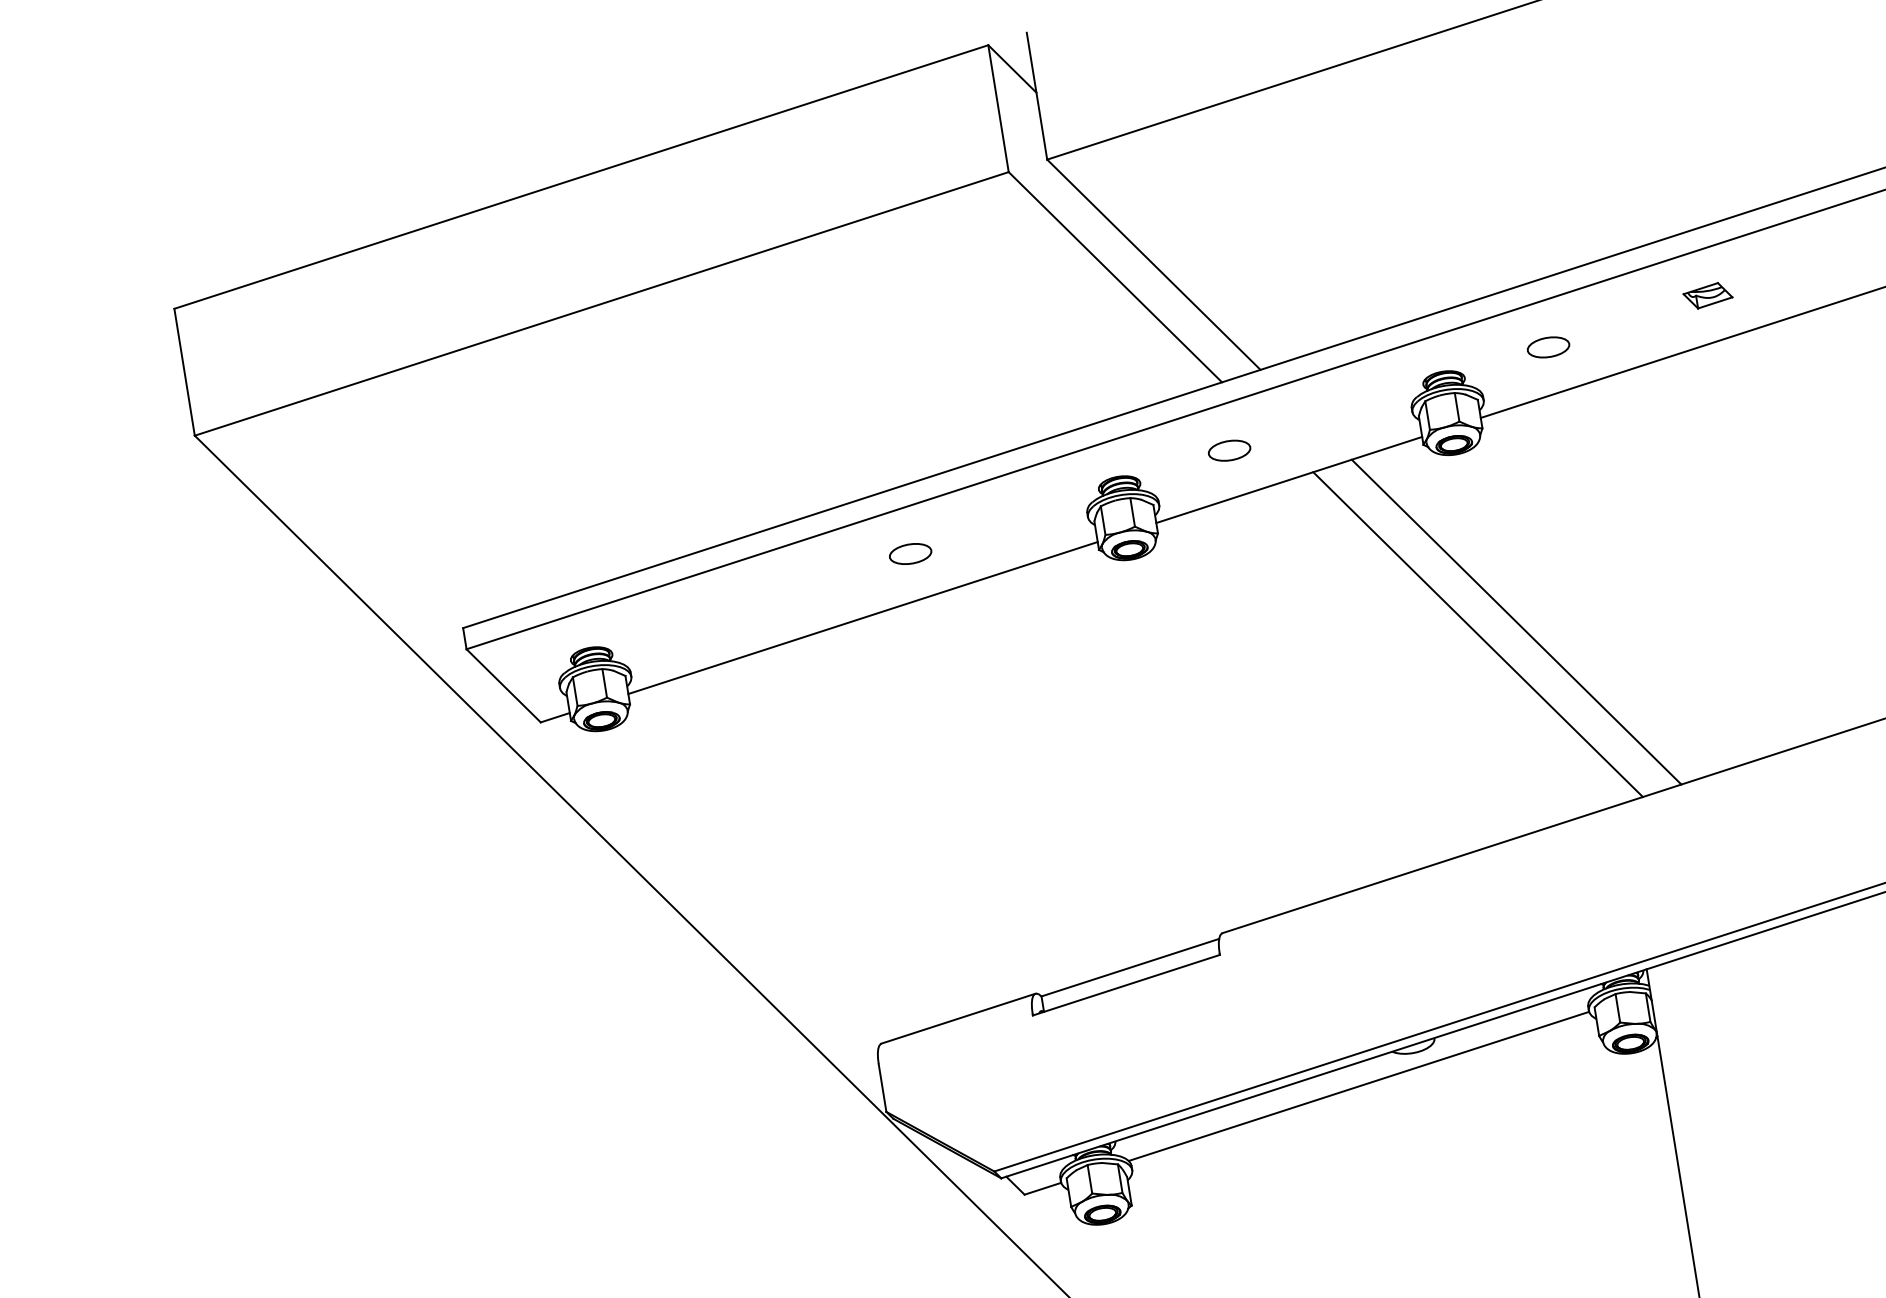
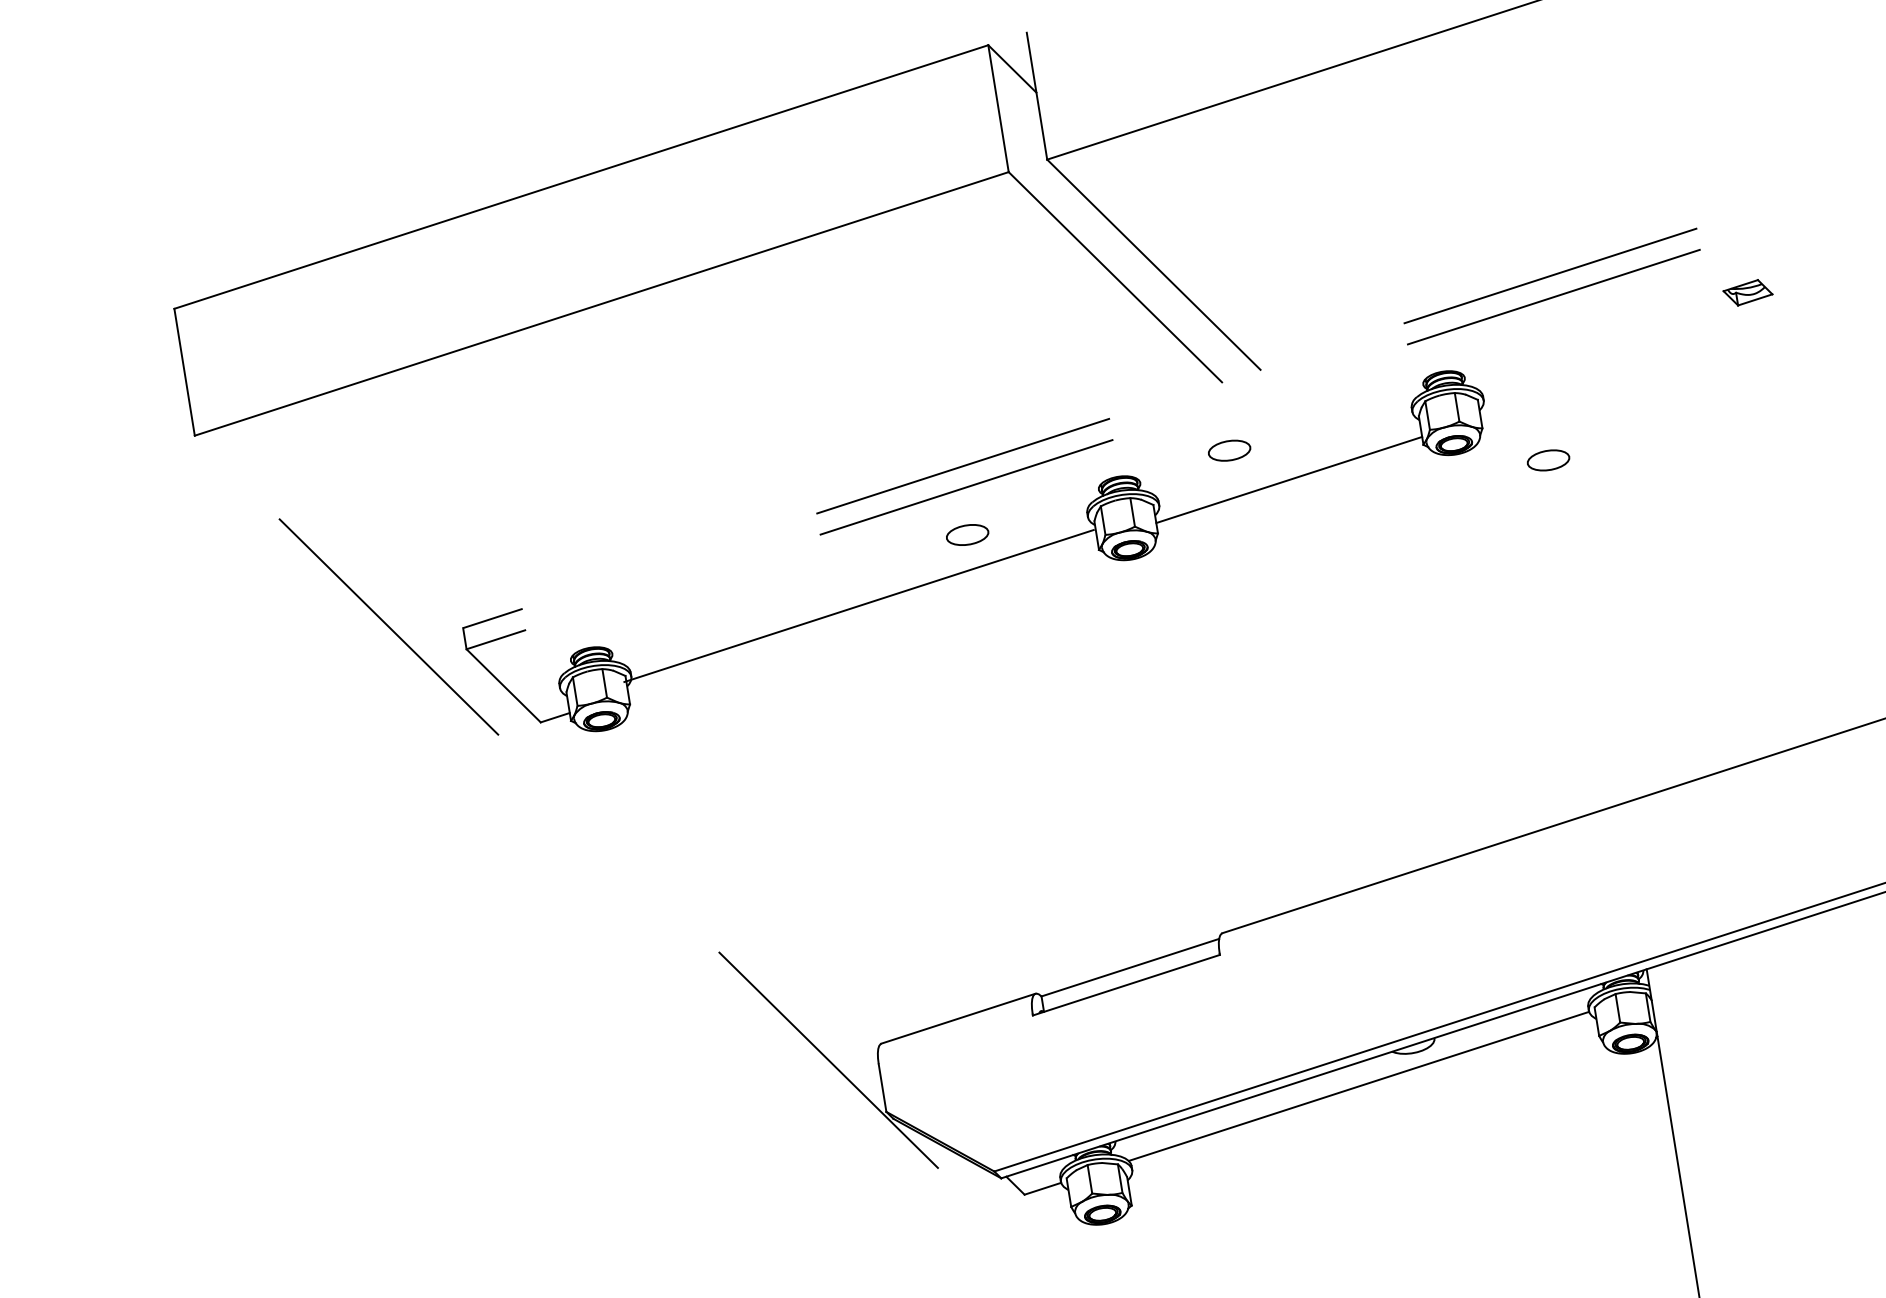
part at (1707, 295) position: (1707, 295) -> (1747, 292)
part at (1548, 347) position: (1548, 347) -> (1548, 460)
line at (1681, 352): present -> none
line at (1173, 397): solid -> dashed
line at (1176, 419): solid -> dashed
part at (910, 553) position: (910, 553) -> (967, 534)
line at (862, 618) position: (862, 618) -> (858, 606)
line at (1516, 621): present -> none
line at (1477, 634): present -> none
line at (632, 866): solid -> dashed
